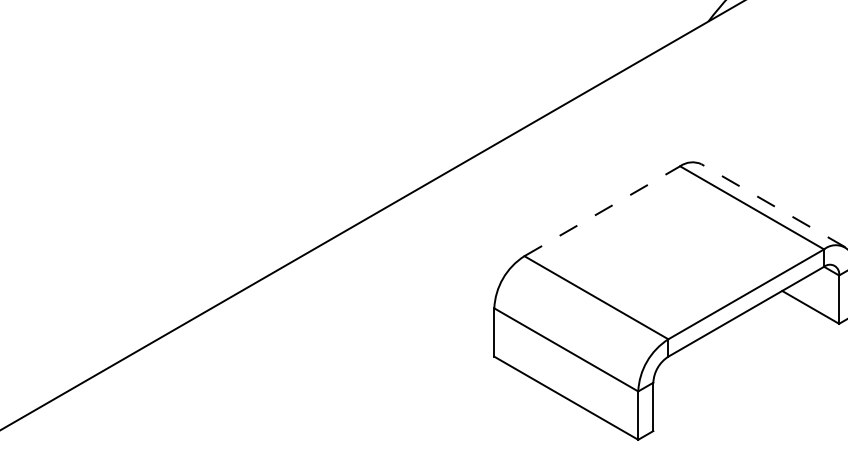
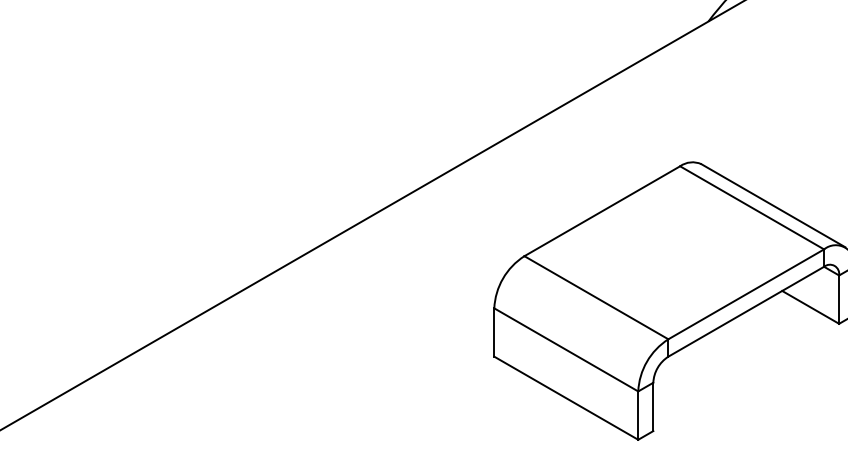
line at (772, 205): dashed -> solid
line at (602, 211): dashed -> solid
